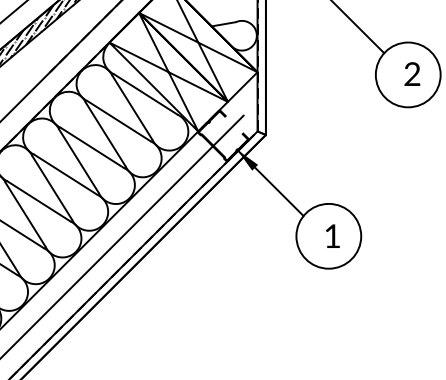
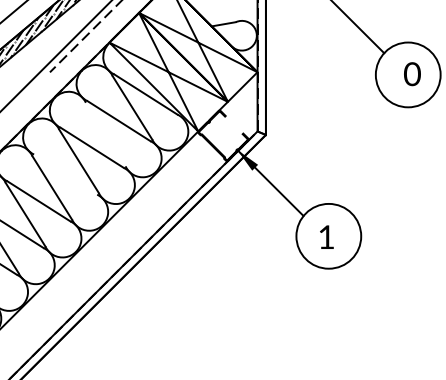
line at (60, 60) position: (60, 60) -> (56, 55)
text at (412, 74): 2 -> 0
line at (105, 134): present -> none
line at (65, 174): present -> none
line at (122, 235): present -> none
text at (332, 235) position: (332, 235) -> (326, 236)
